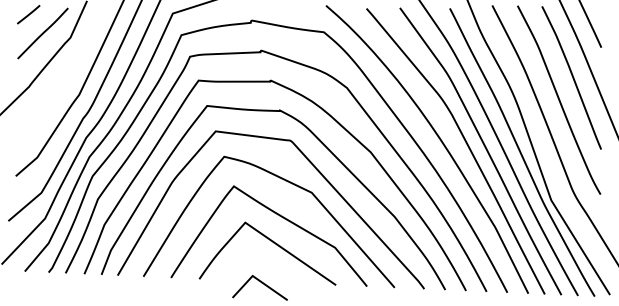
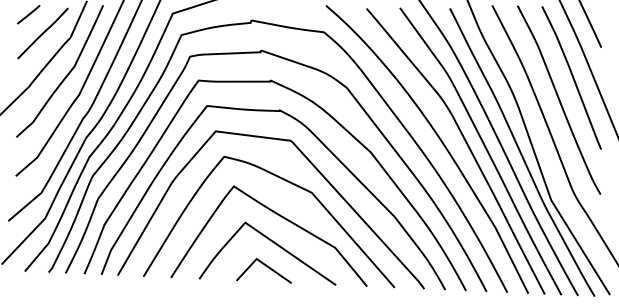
curve at (65, 76): none -> present
line at (261, 283) position: (261, 283) -> (265, 266)
